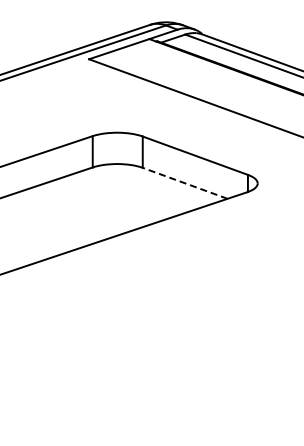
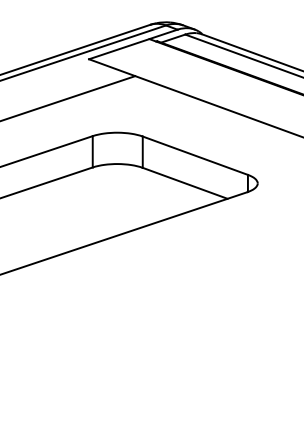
line at (68, 98): none -> present
line at (184, 183): dashed -> solid
